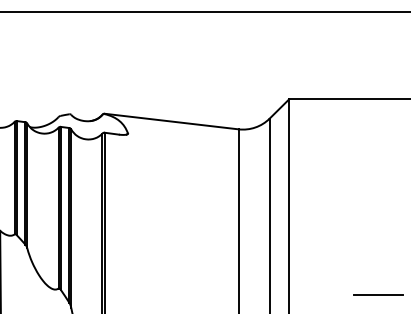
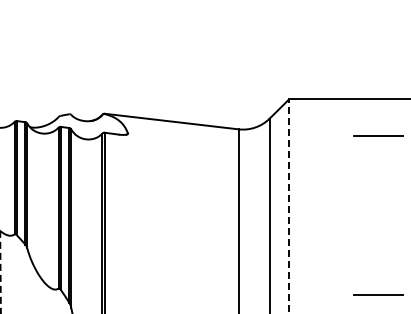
line at (204, 12): present -> none
line at (378, 135): none -> present
line at (289, 206): solid -> dashed
line at (0, 272): solid -> dashed
